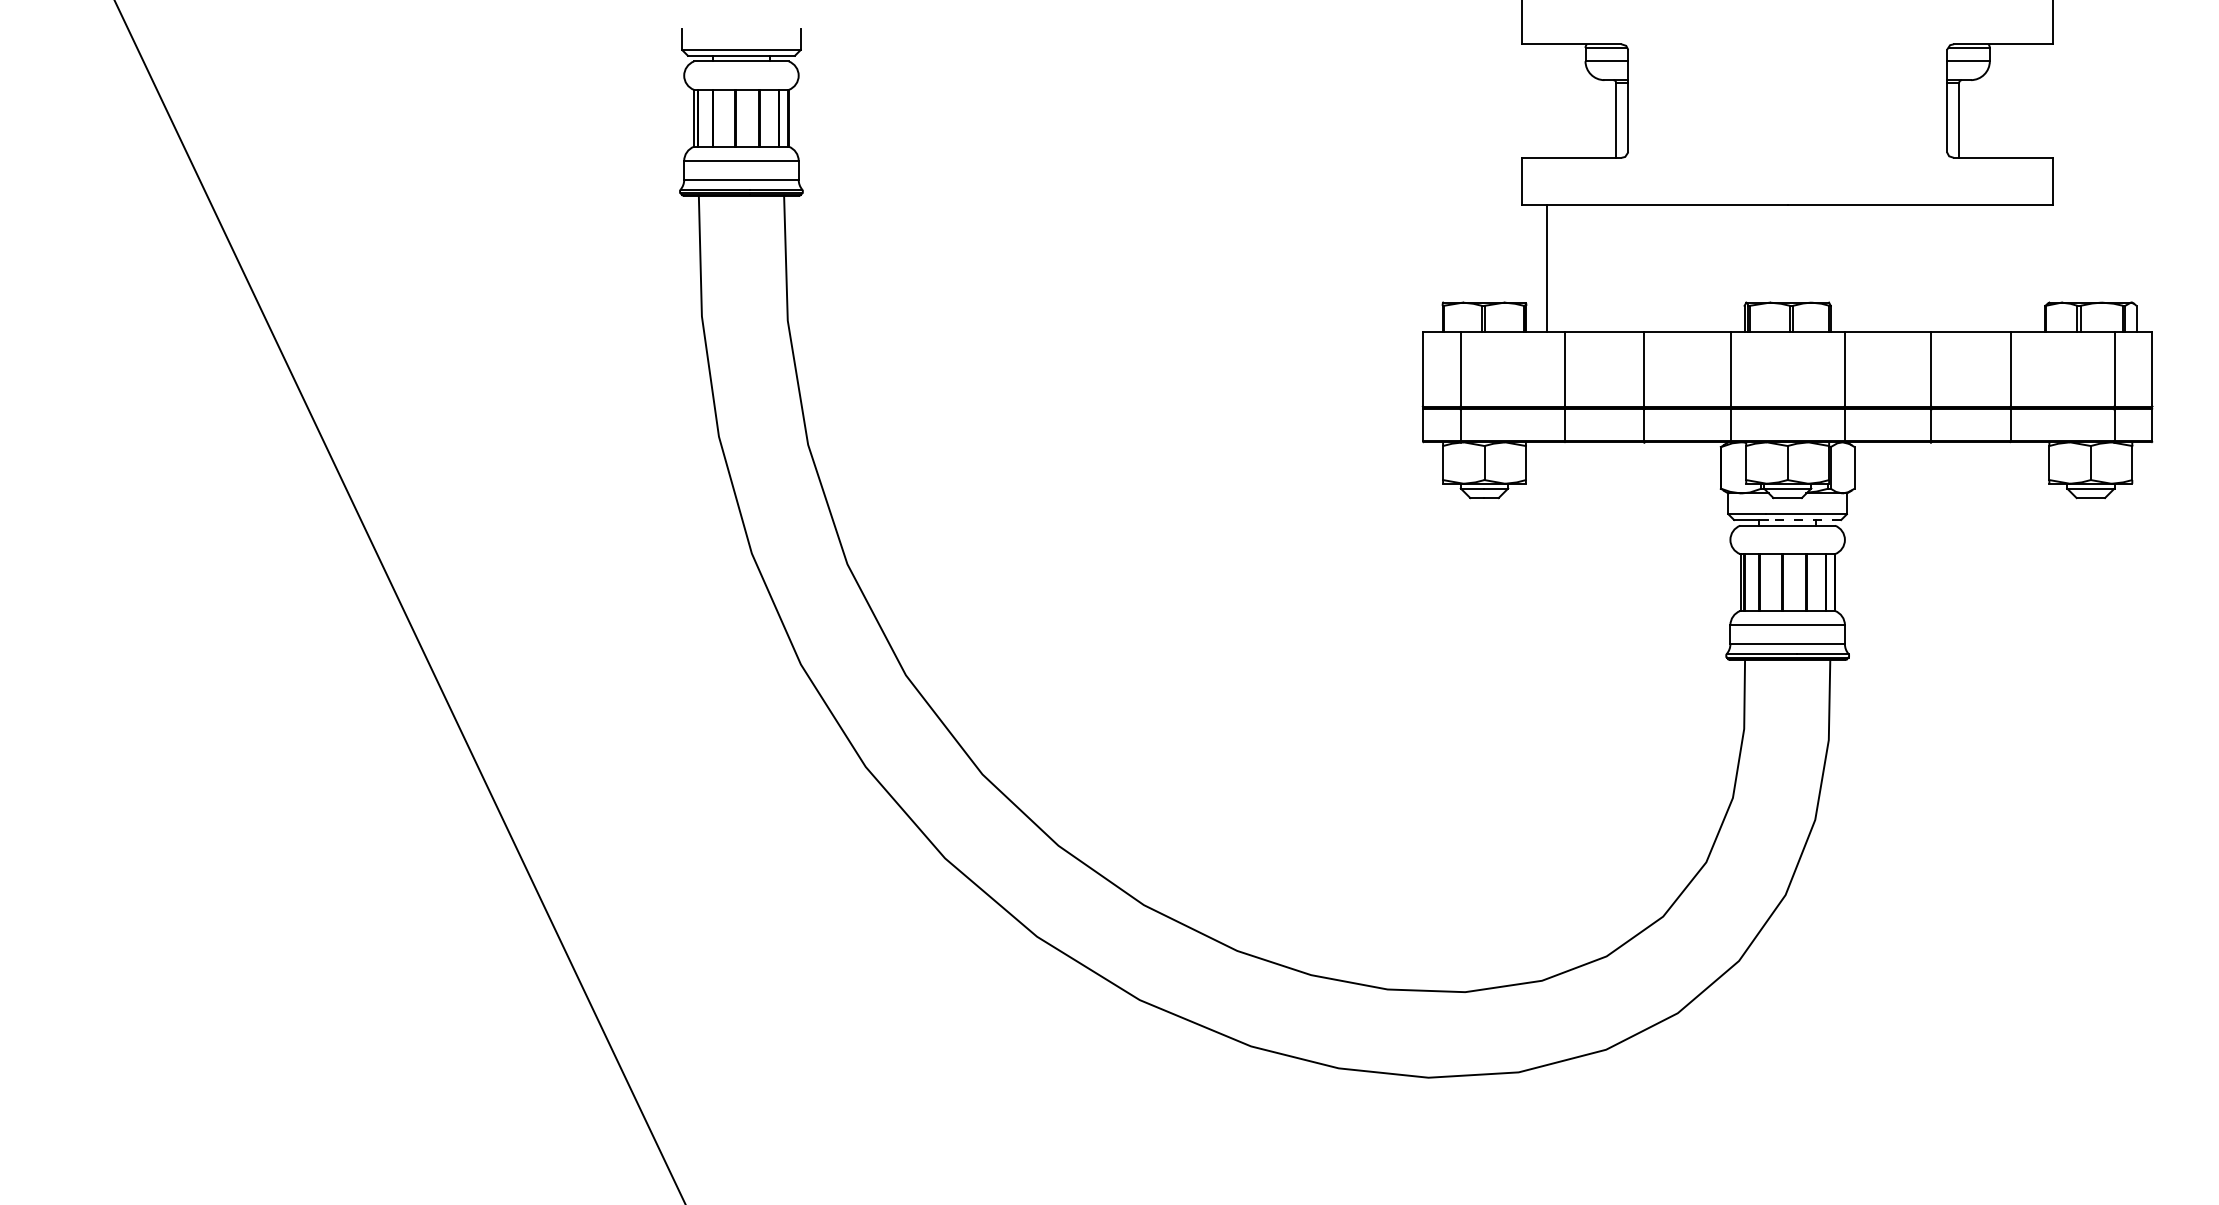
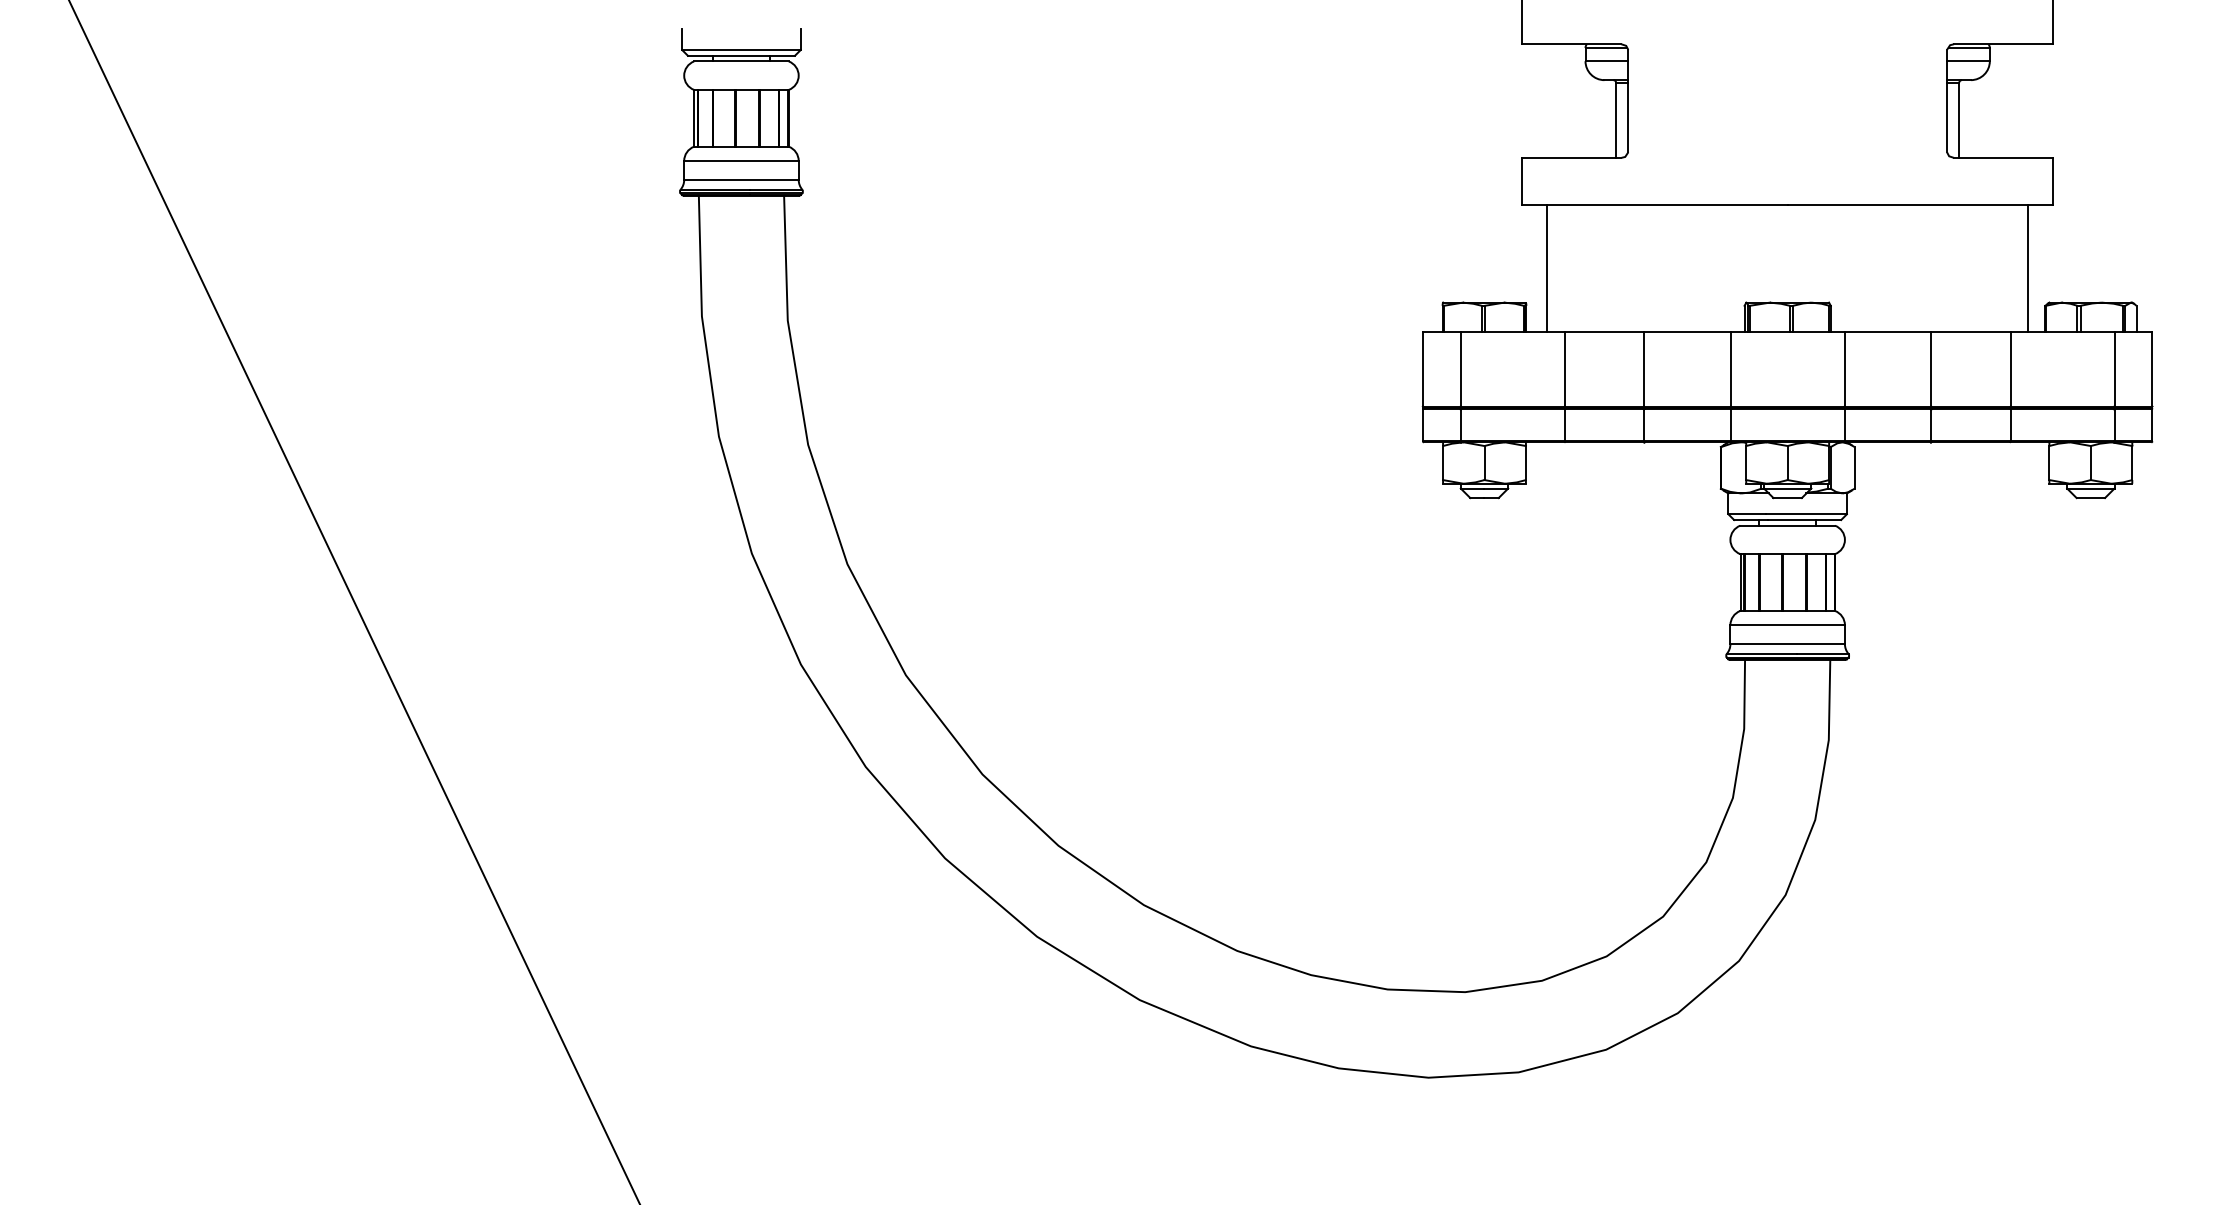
line at (2028, 268): none -> present
line at (1804, 520): dashed -> solid
line at (399, 601) position: (399, 601) -> (353, 601)
